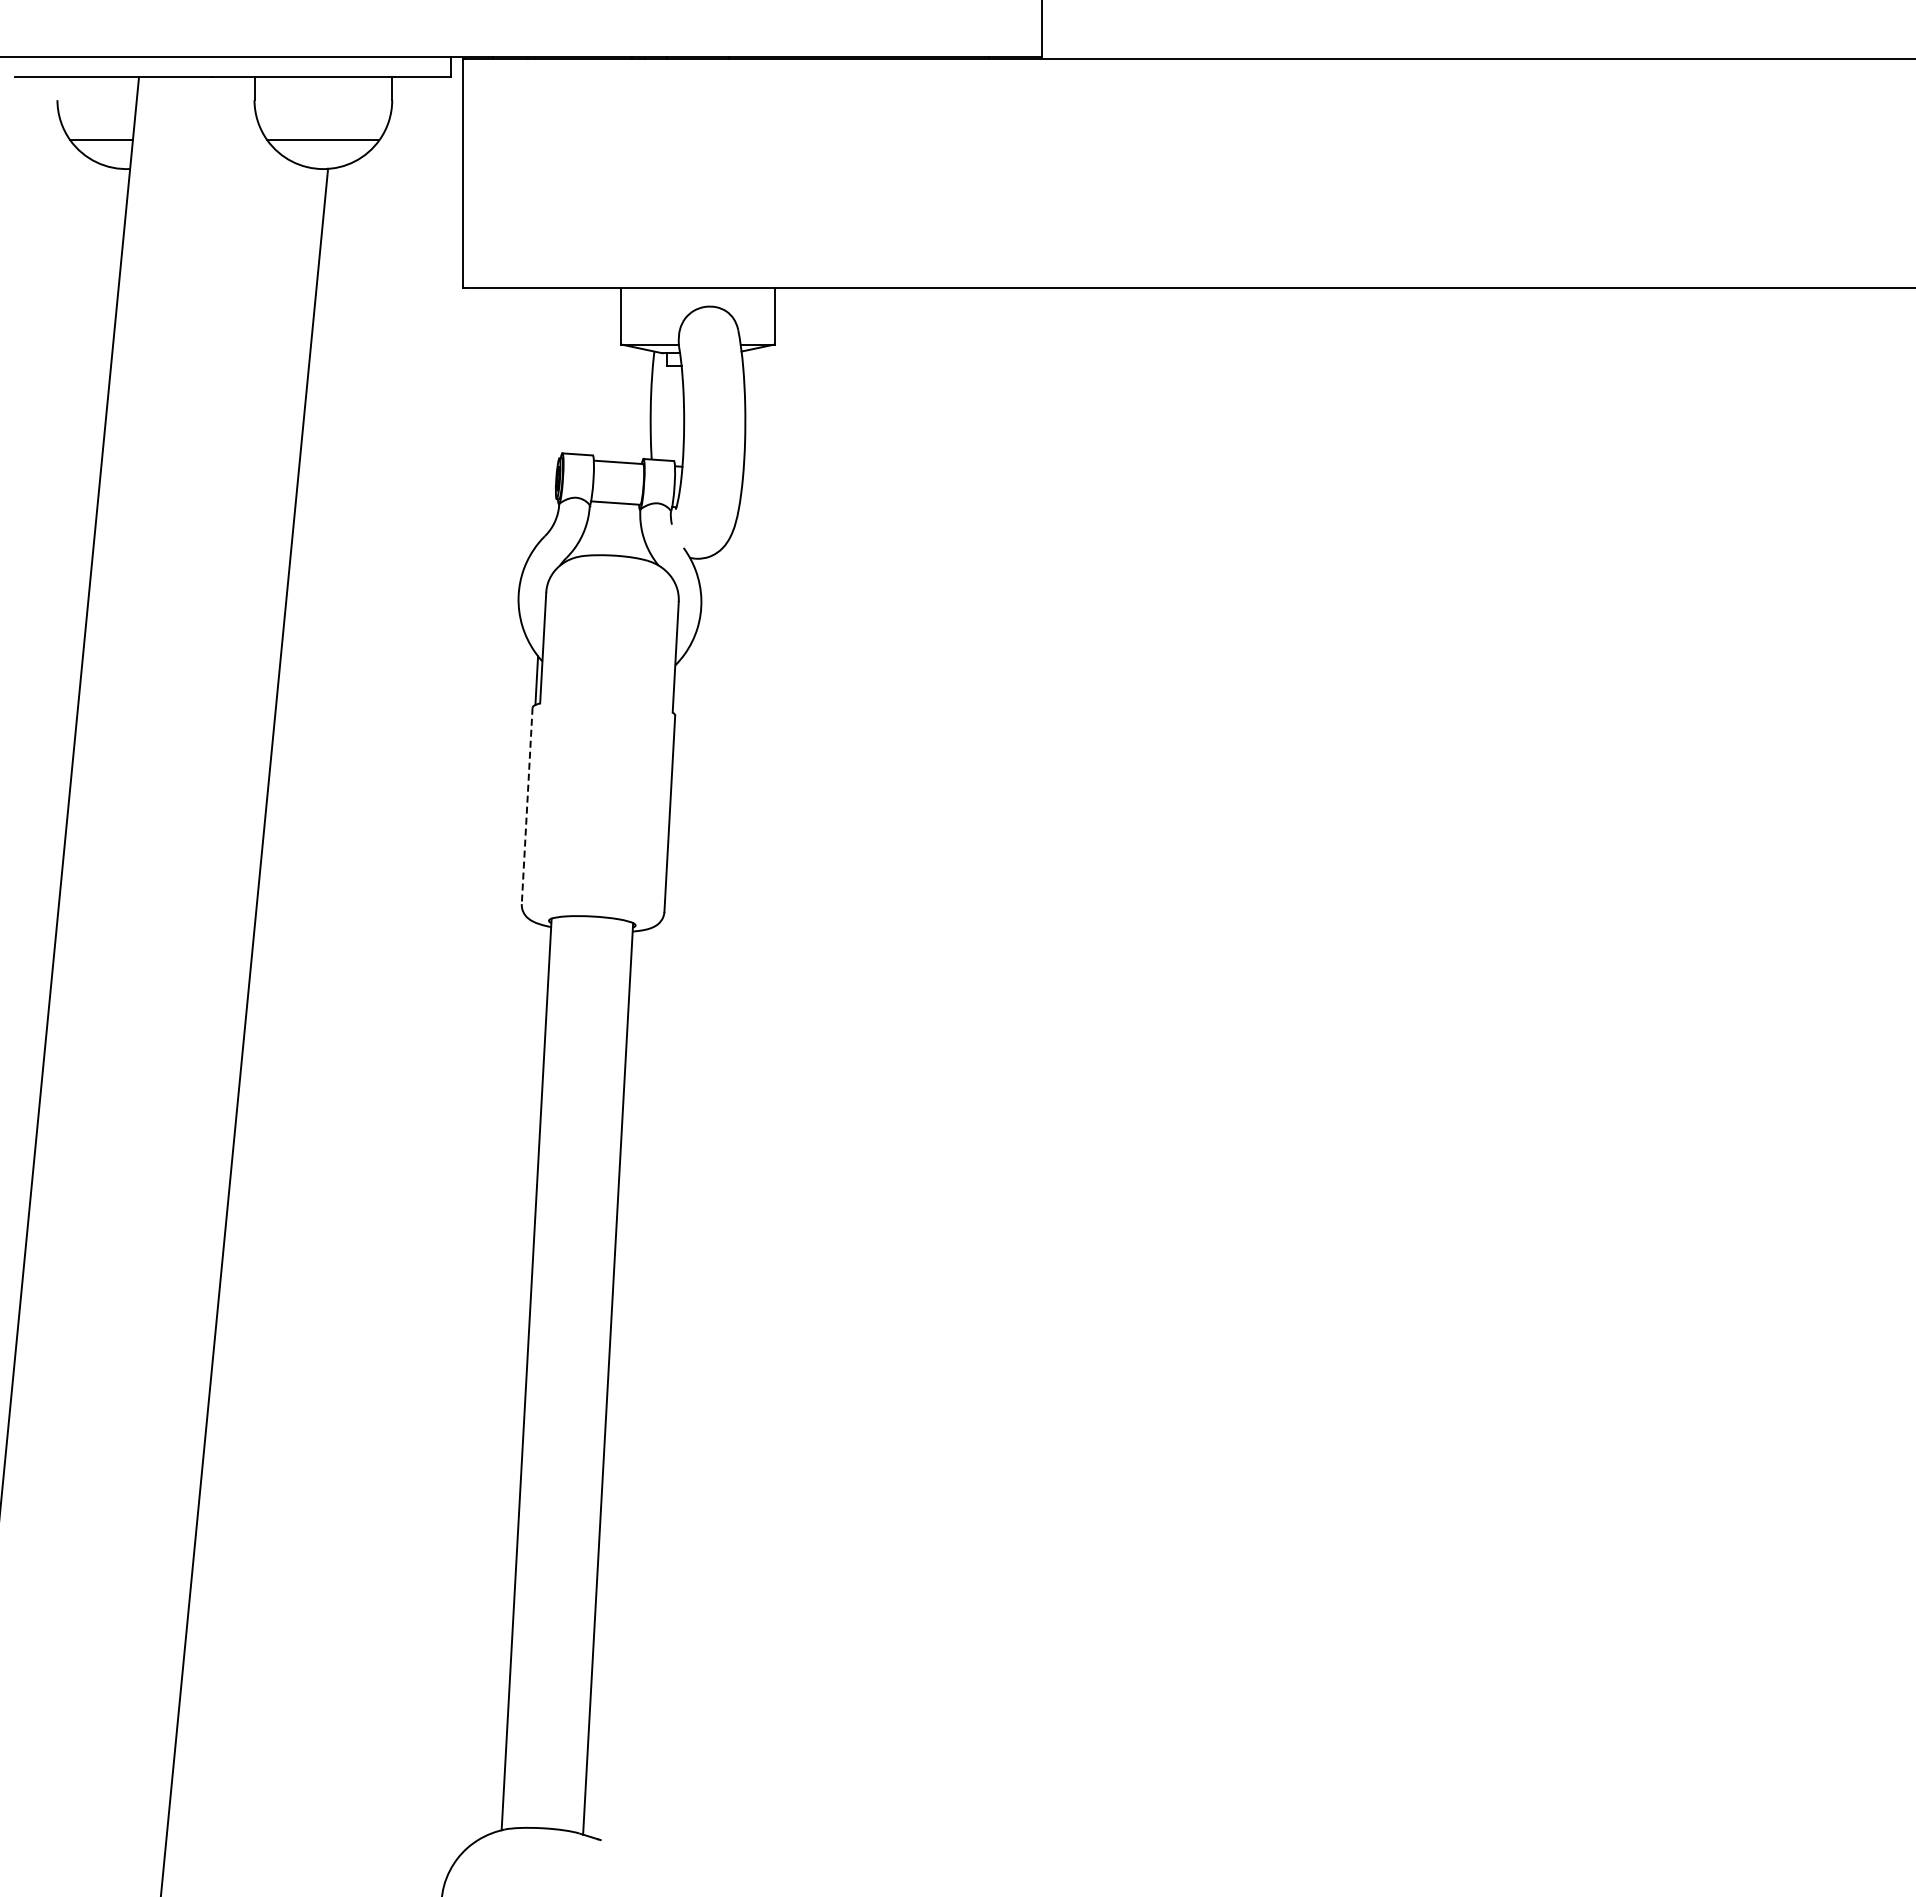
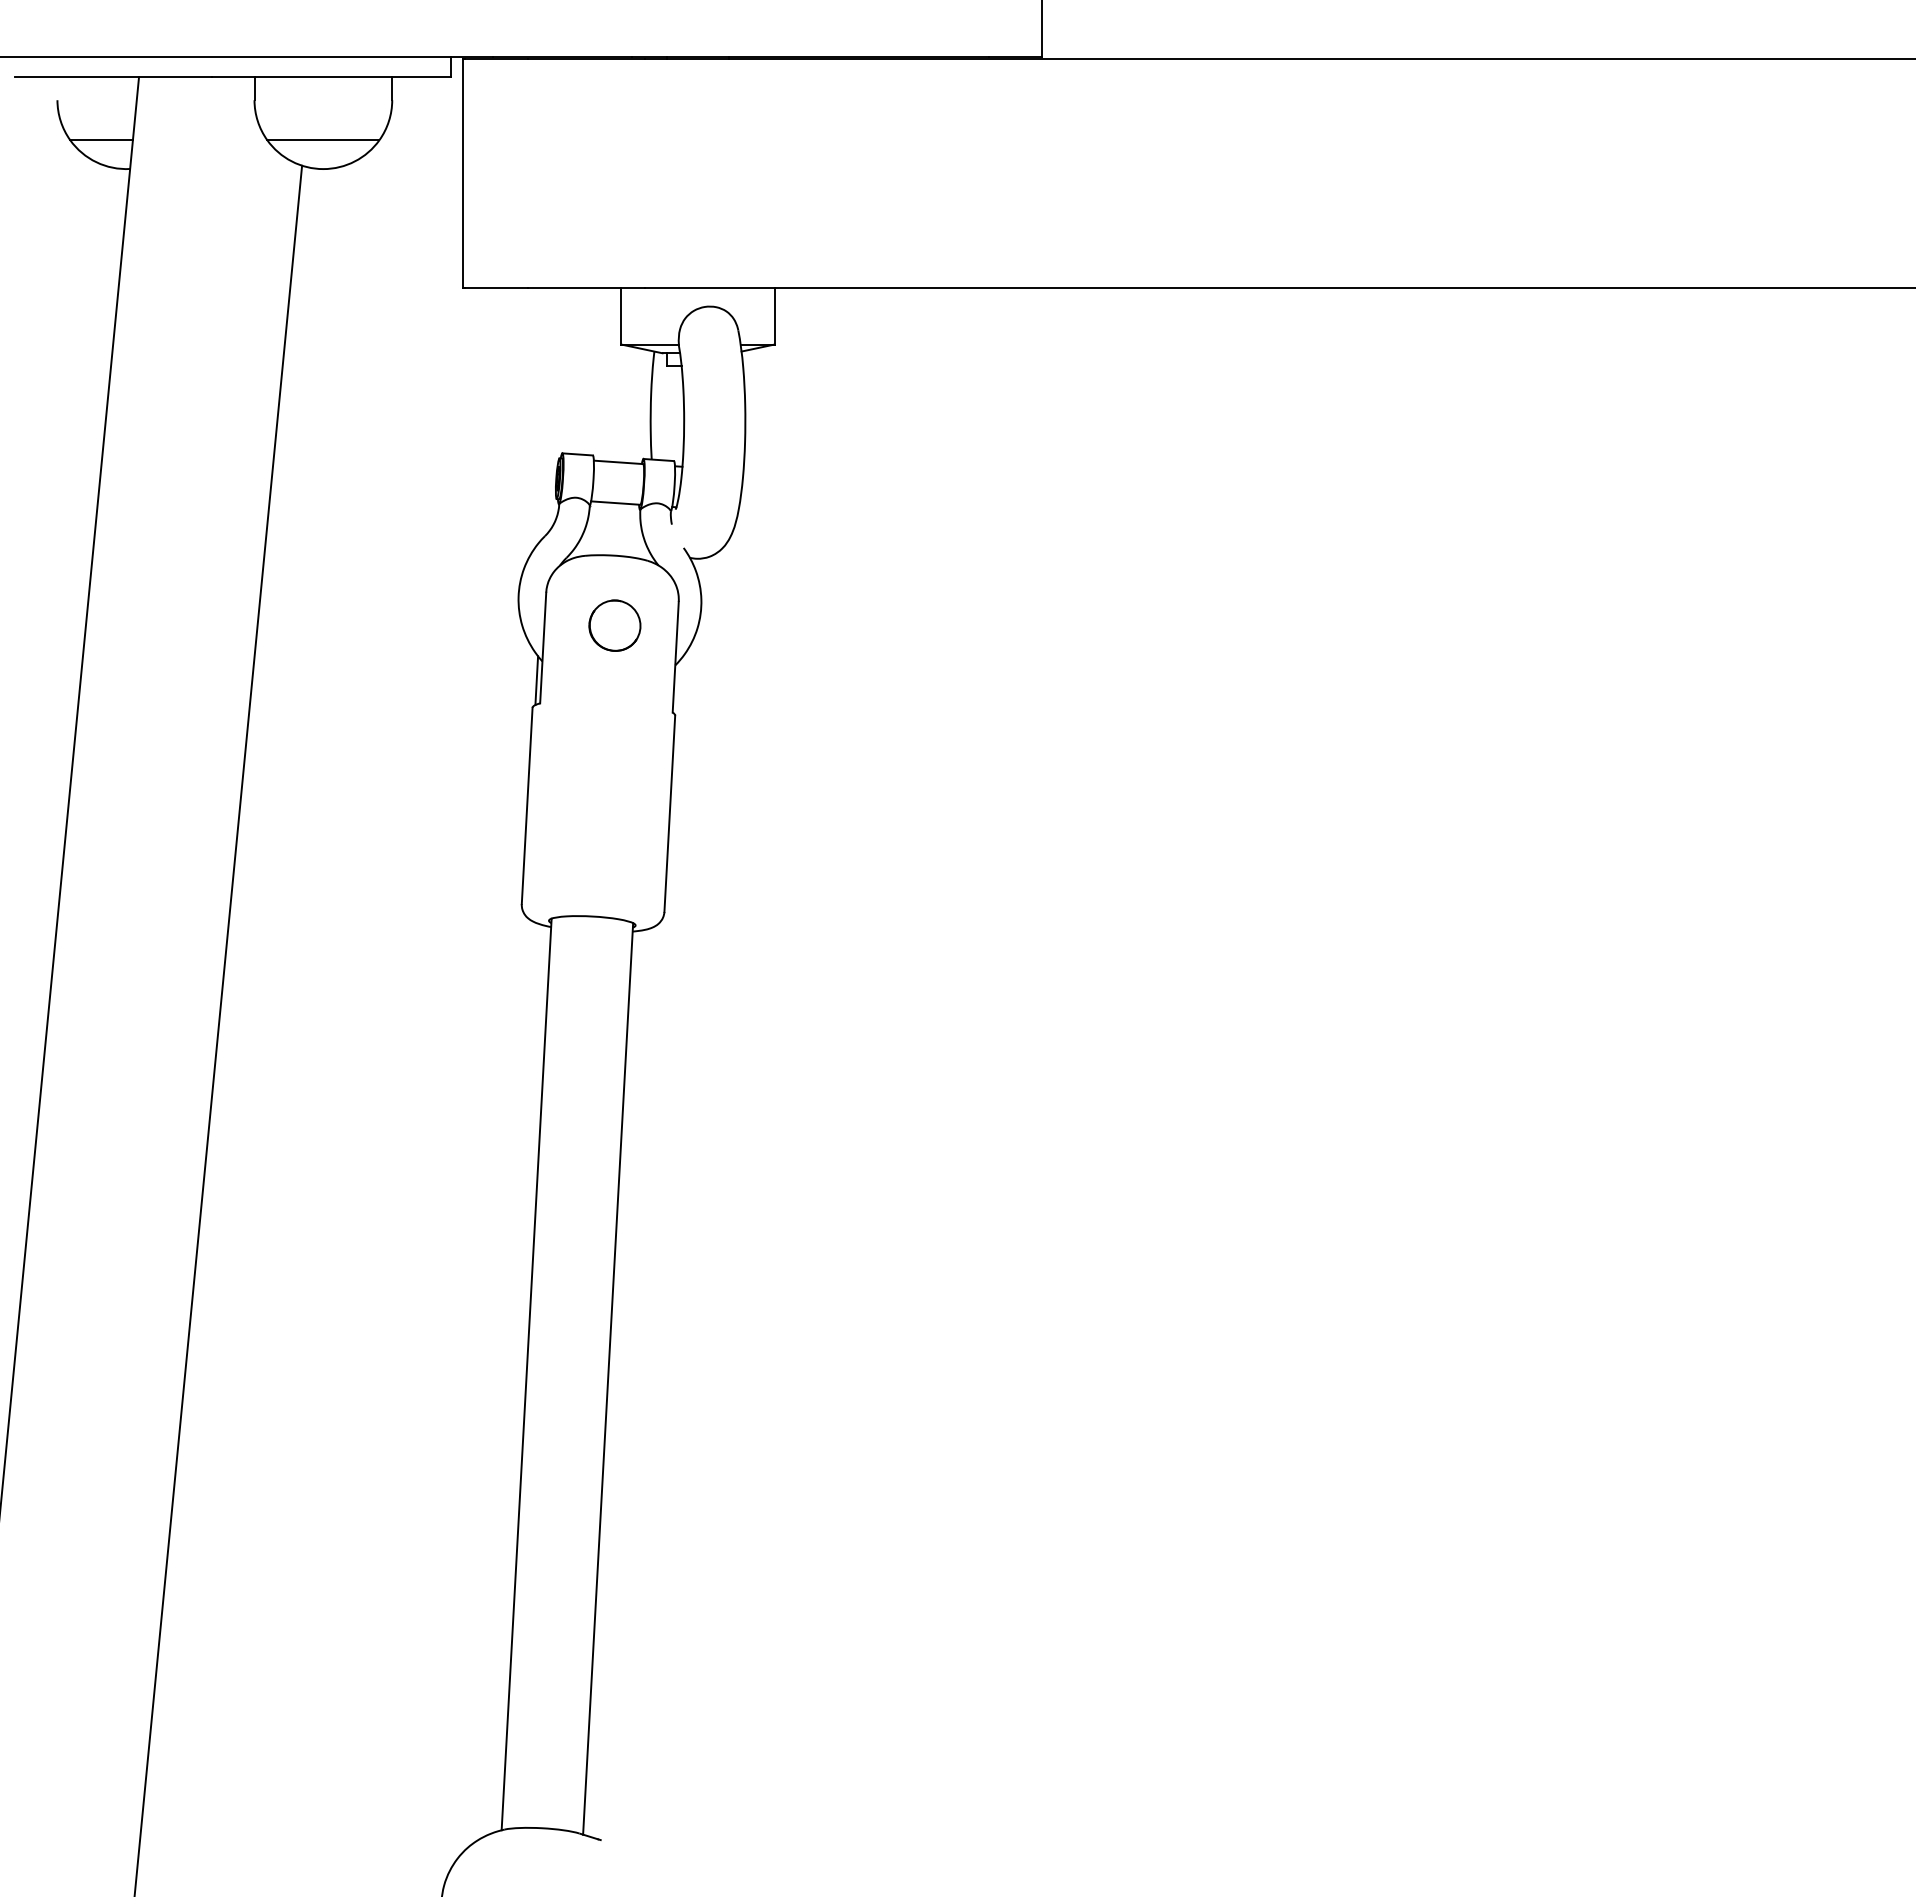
part at (614, 625): none -> present
line at (527, 806): dashed -> solid
line at (244, 1030) position: (244, 1030) -> (218, 1029)
